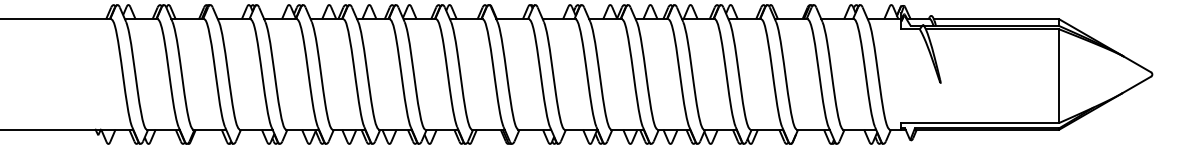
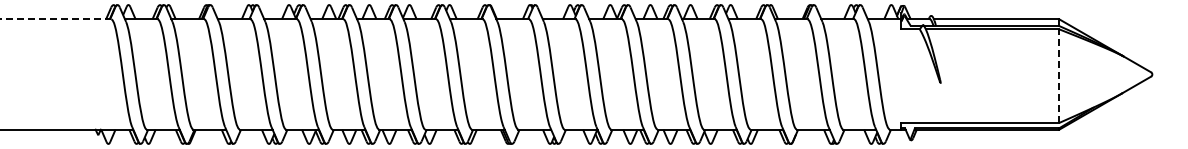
line at (56, 19): solid -> dashed
line at (1059, 76): solid -> dashed
